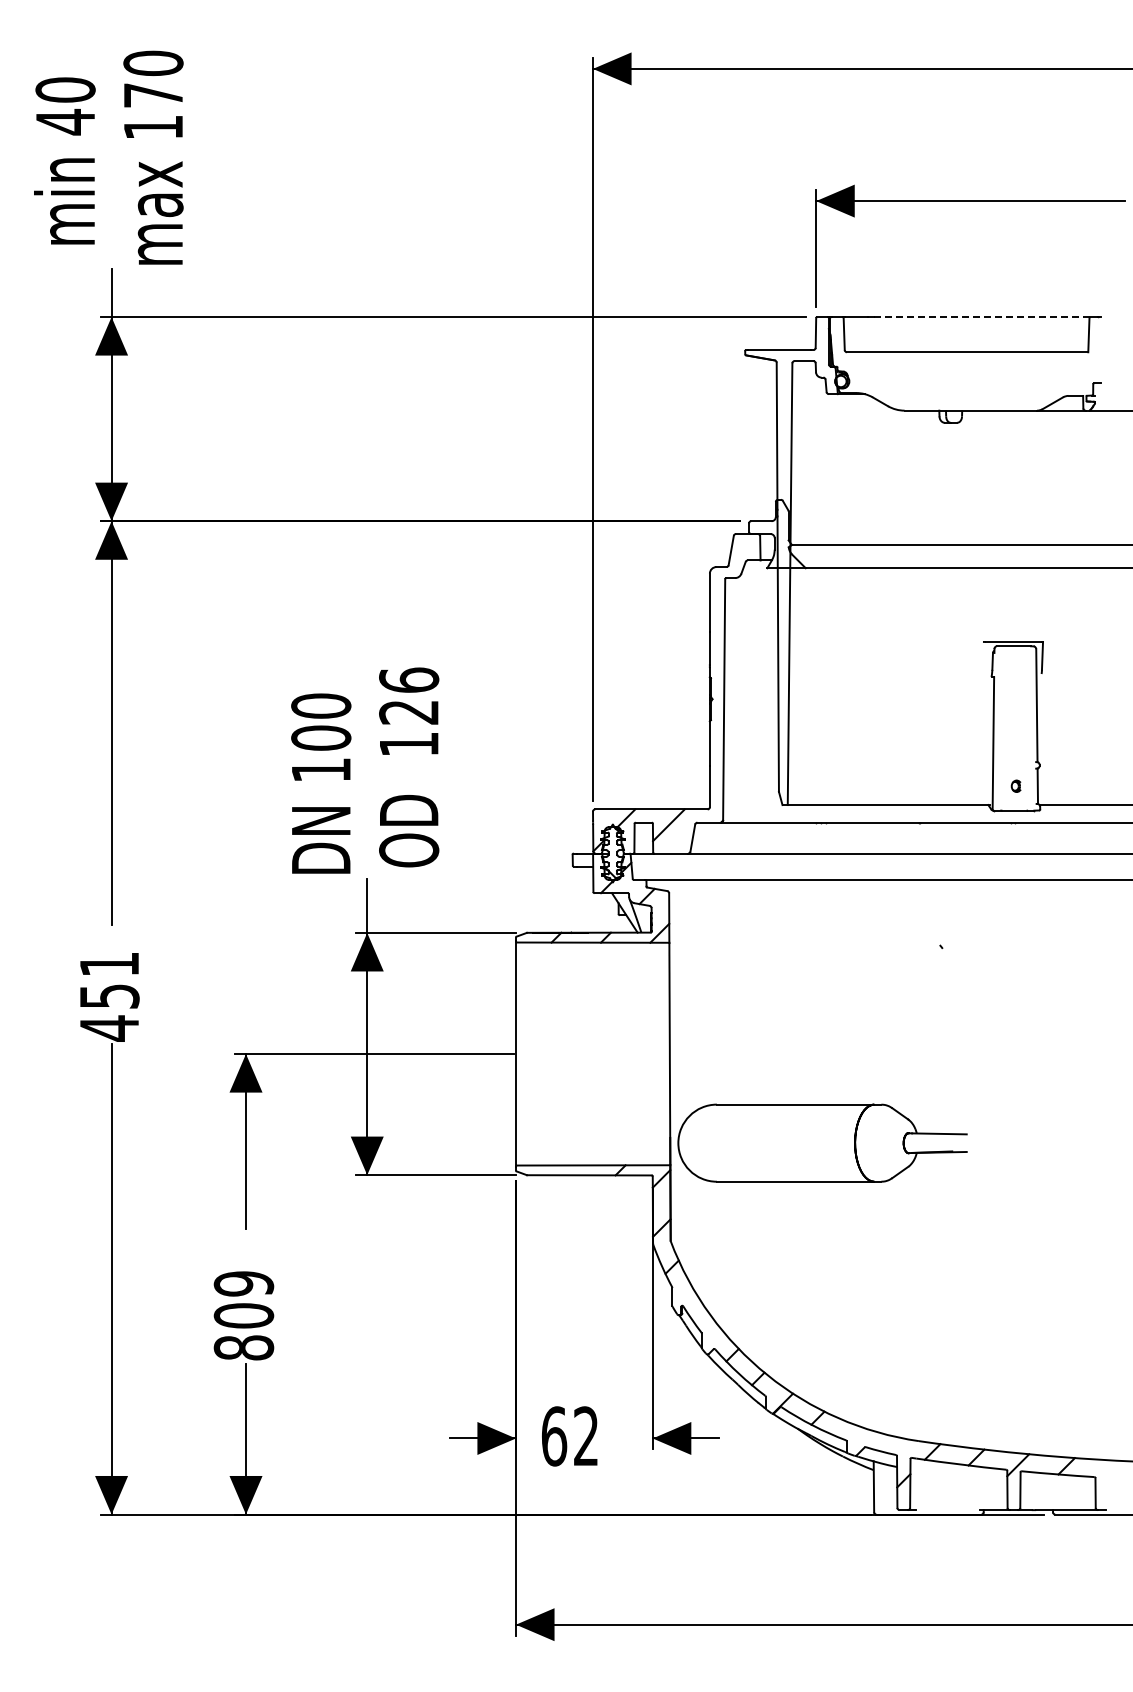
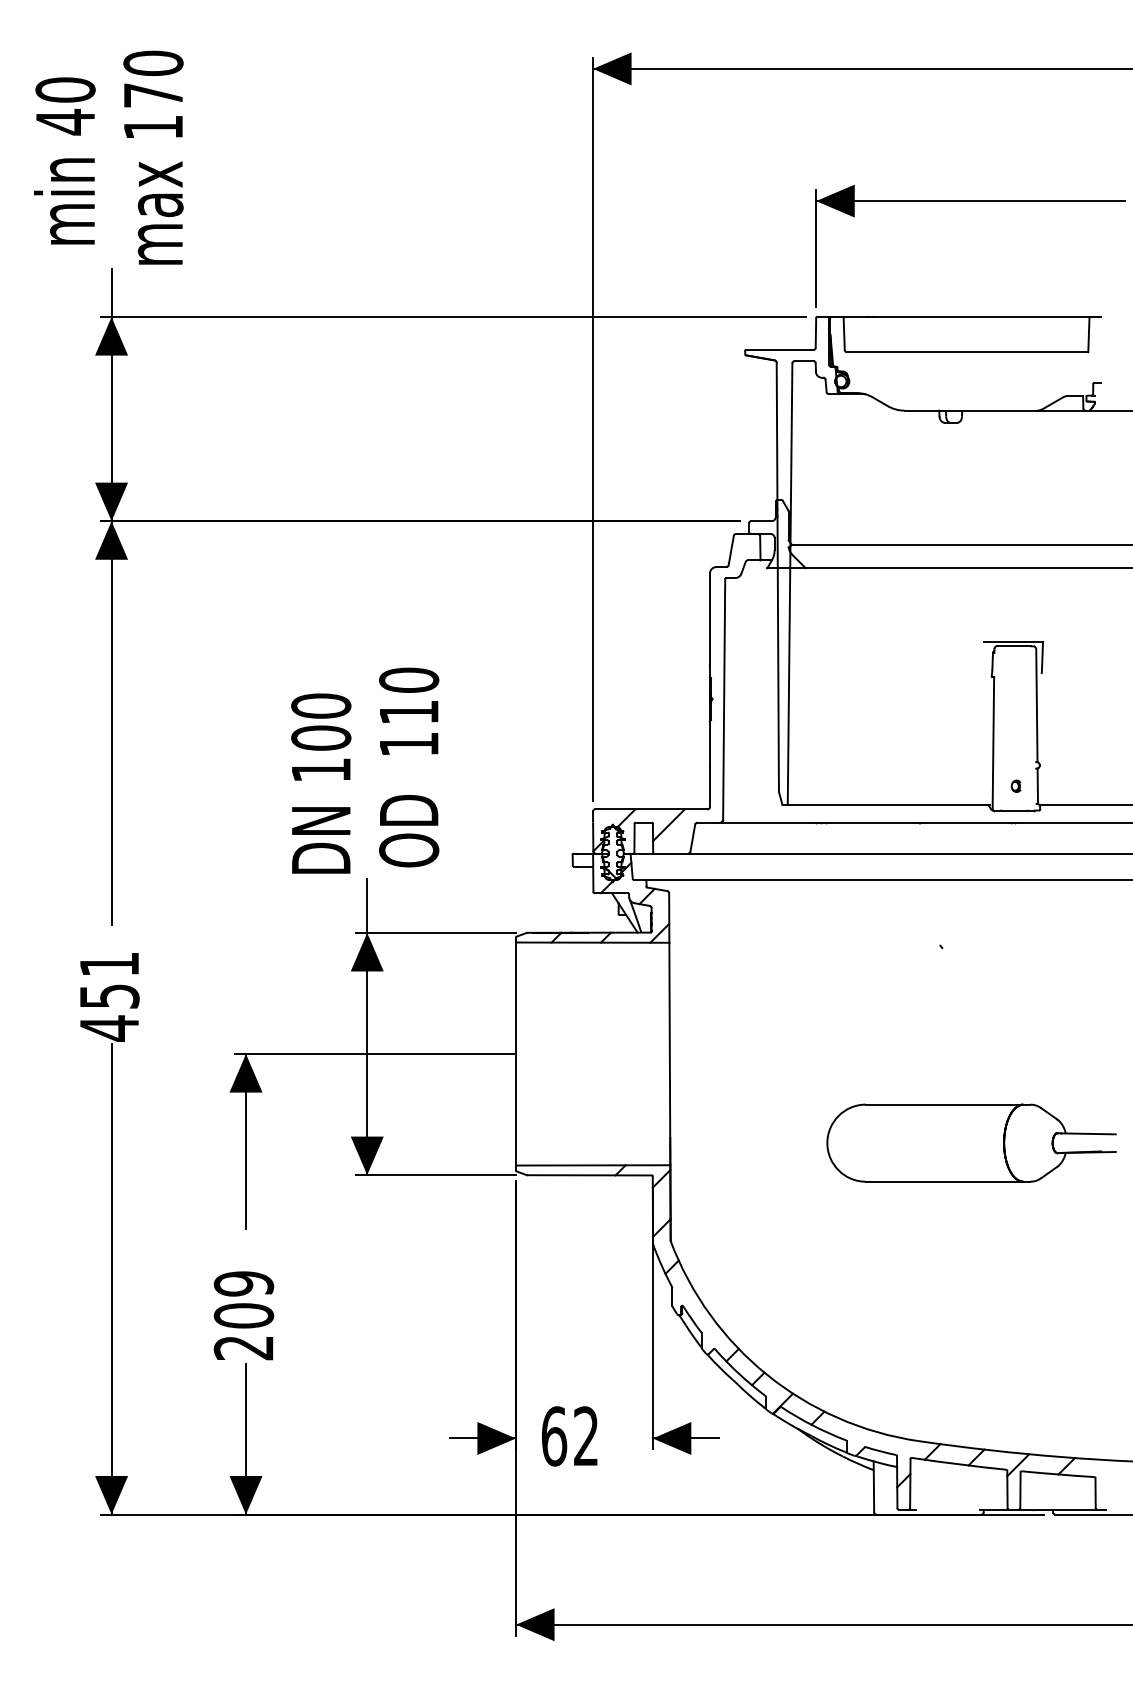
line at (982, 317): dashed -> solid
text at (409, 695): 126 -> 110
part at (822, 1142) position: (822, 1142) -> (971, 1142)
text at (243, 1347): 809 -> 209
